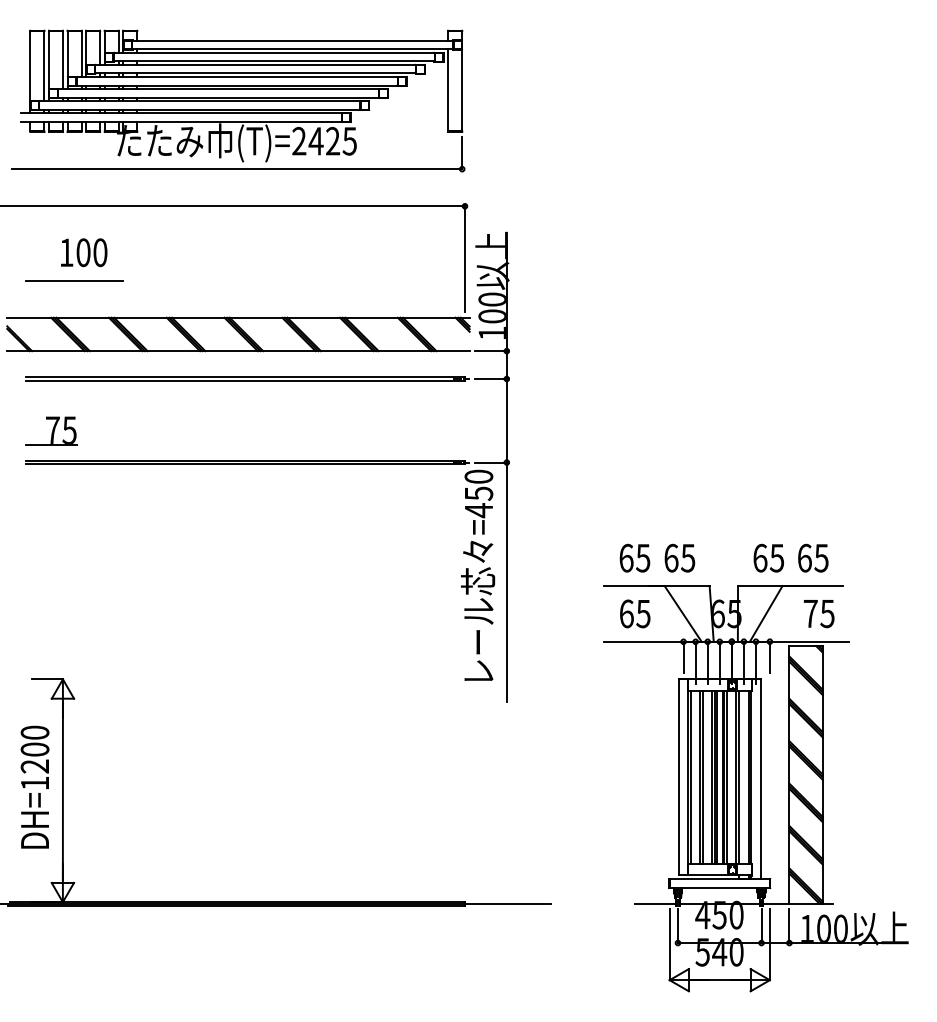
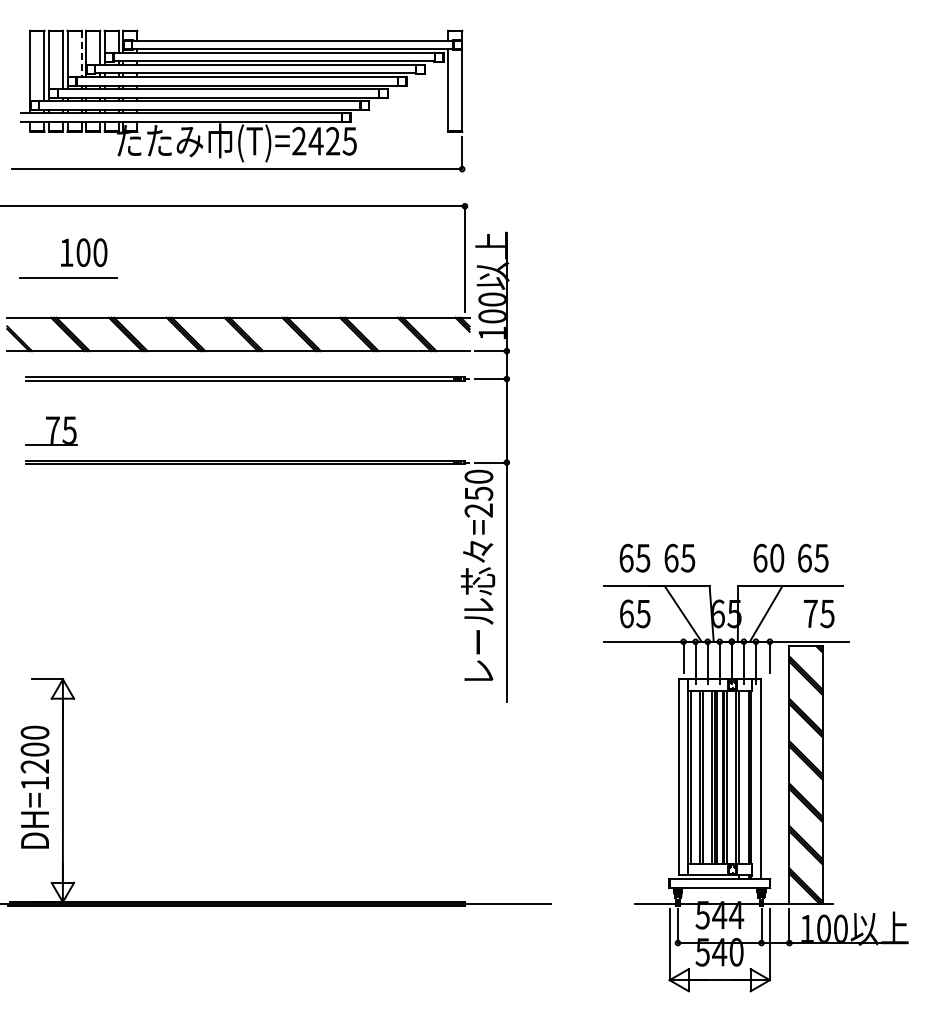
line at (81, 54): solid -> dashed
line at (74, 280) position: (74, 280) -> (68, 277)
text at (478, 510): =450 -> =250
text at (777, 557): 65 -> 60
text at (719, 914): 450 -> 544
